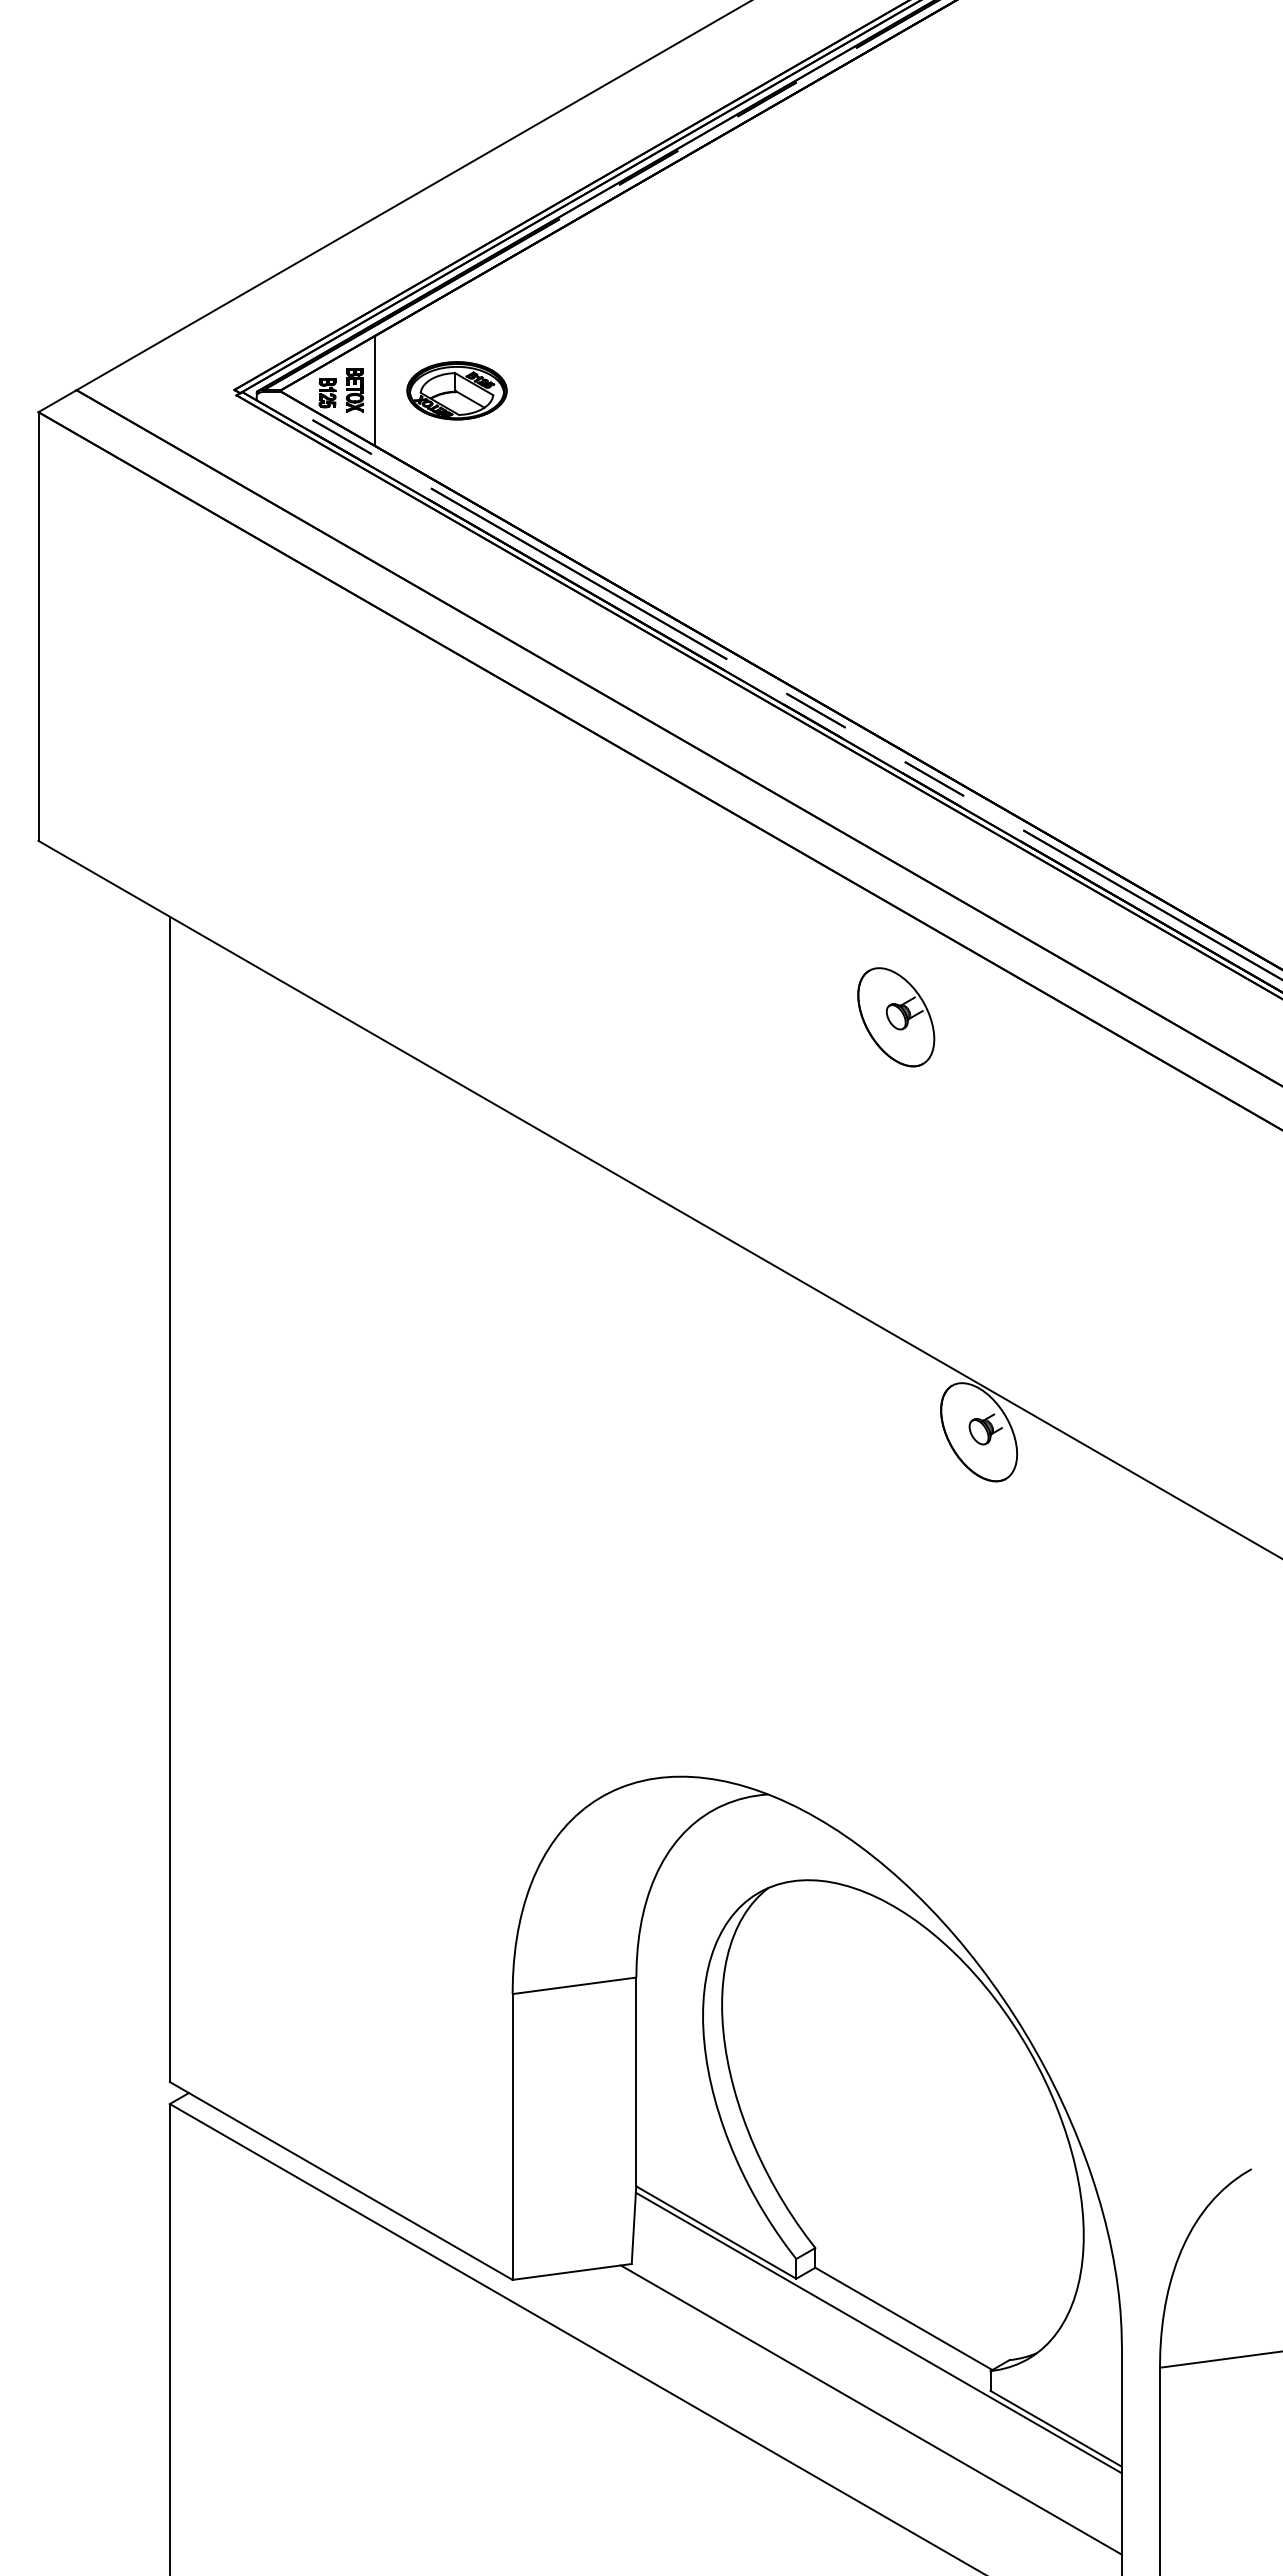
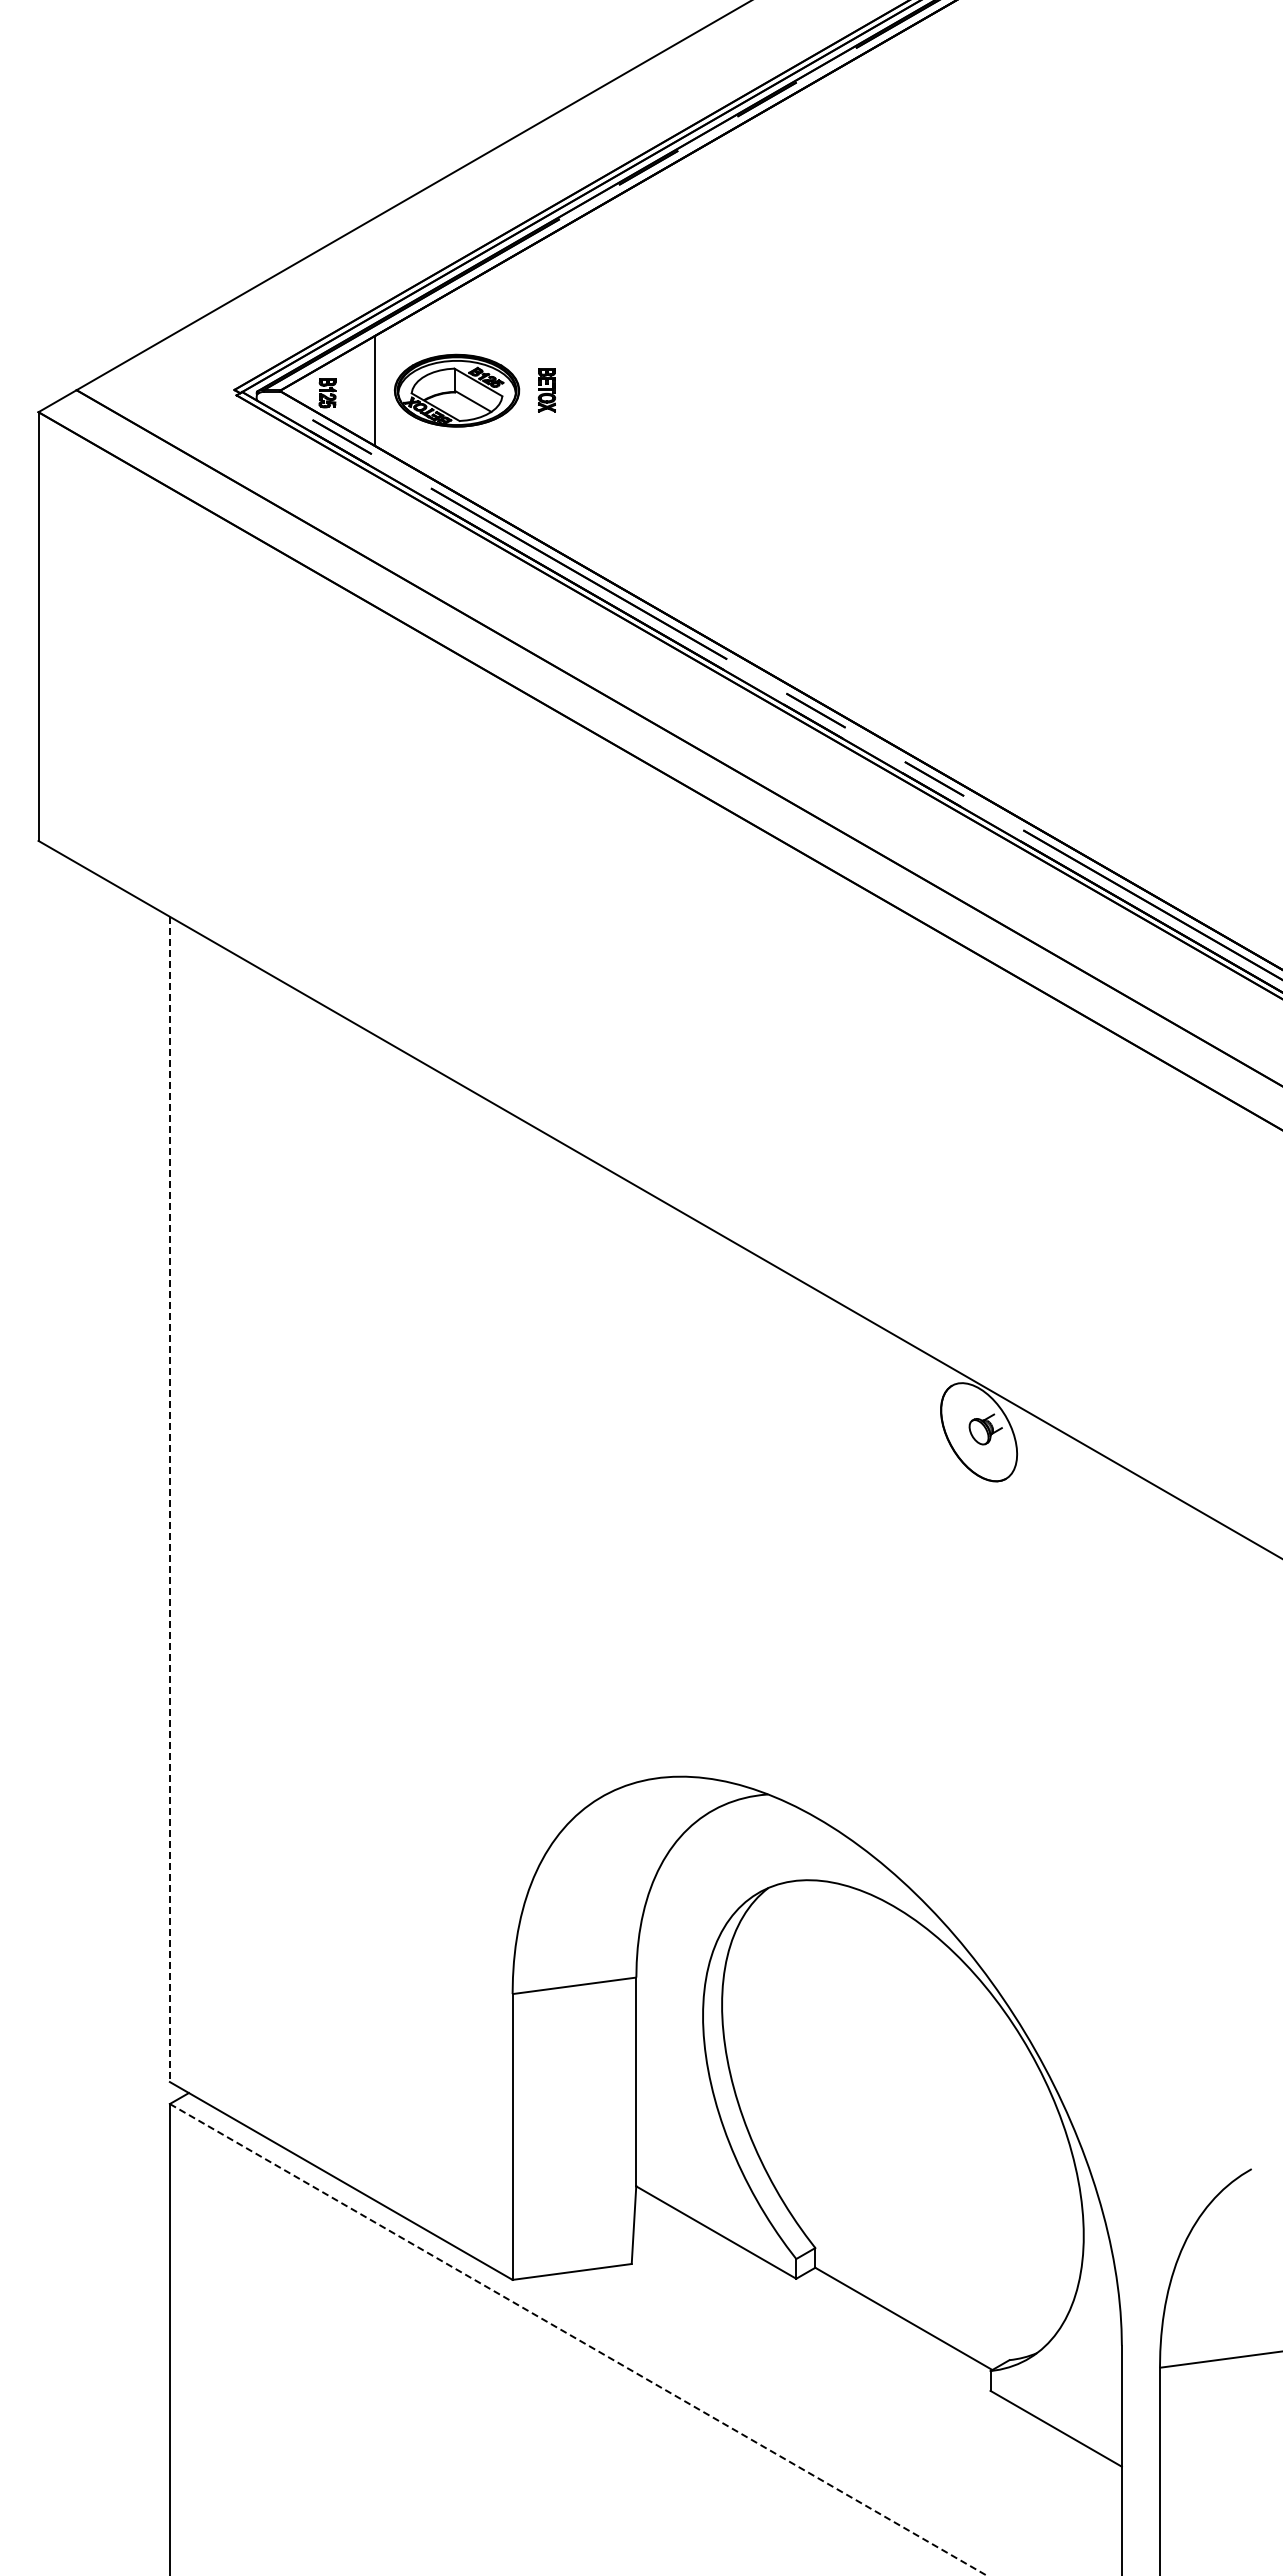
part at (354, 390) position: (354, 390) -> (546, 390)
part at (456, 390) size: 102x60 px -> 128x75 px
part at (896, 1017): present -> none
line at (169, 1499): solid -> dashed
line at (878, 2332): present -> none
line at (578, 2339): solid -> dashed
line at (870, 2409): present -> none
